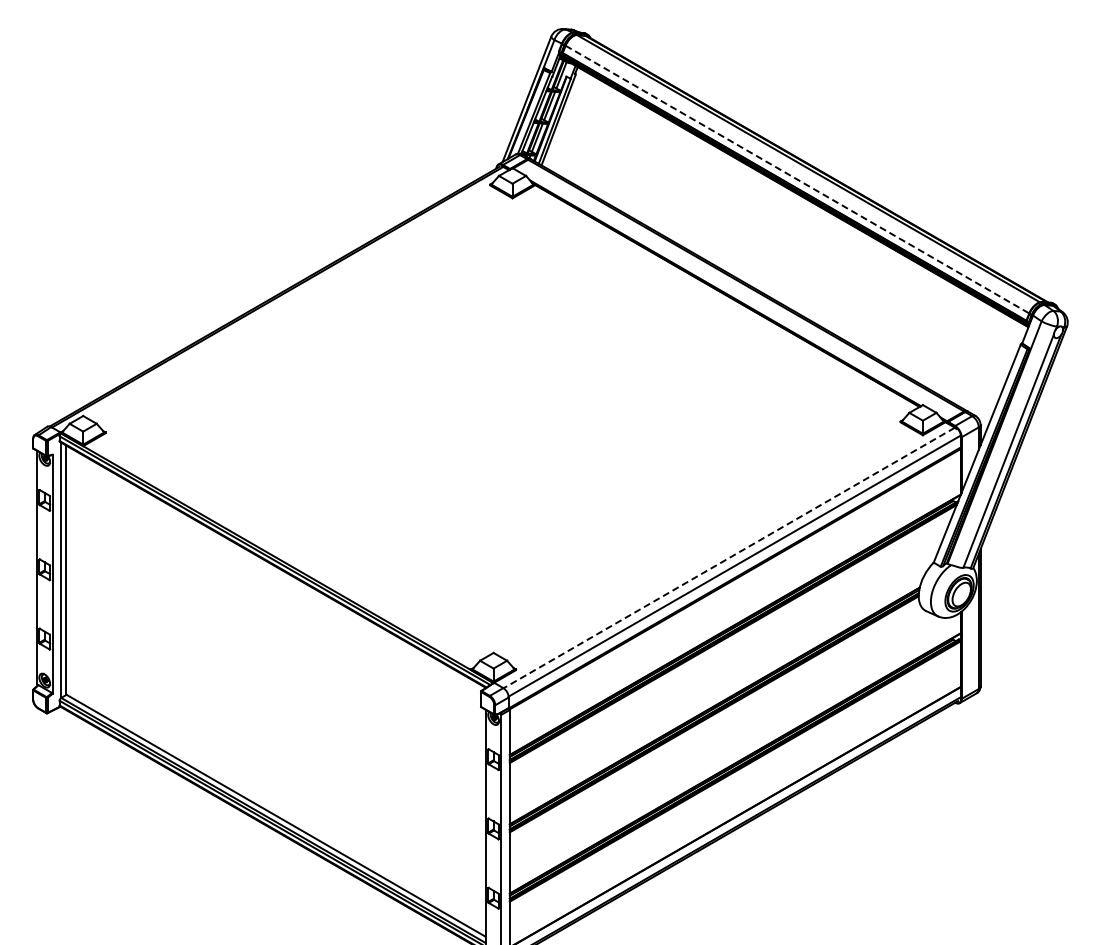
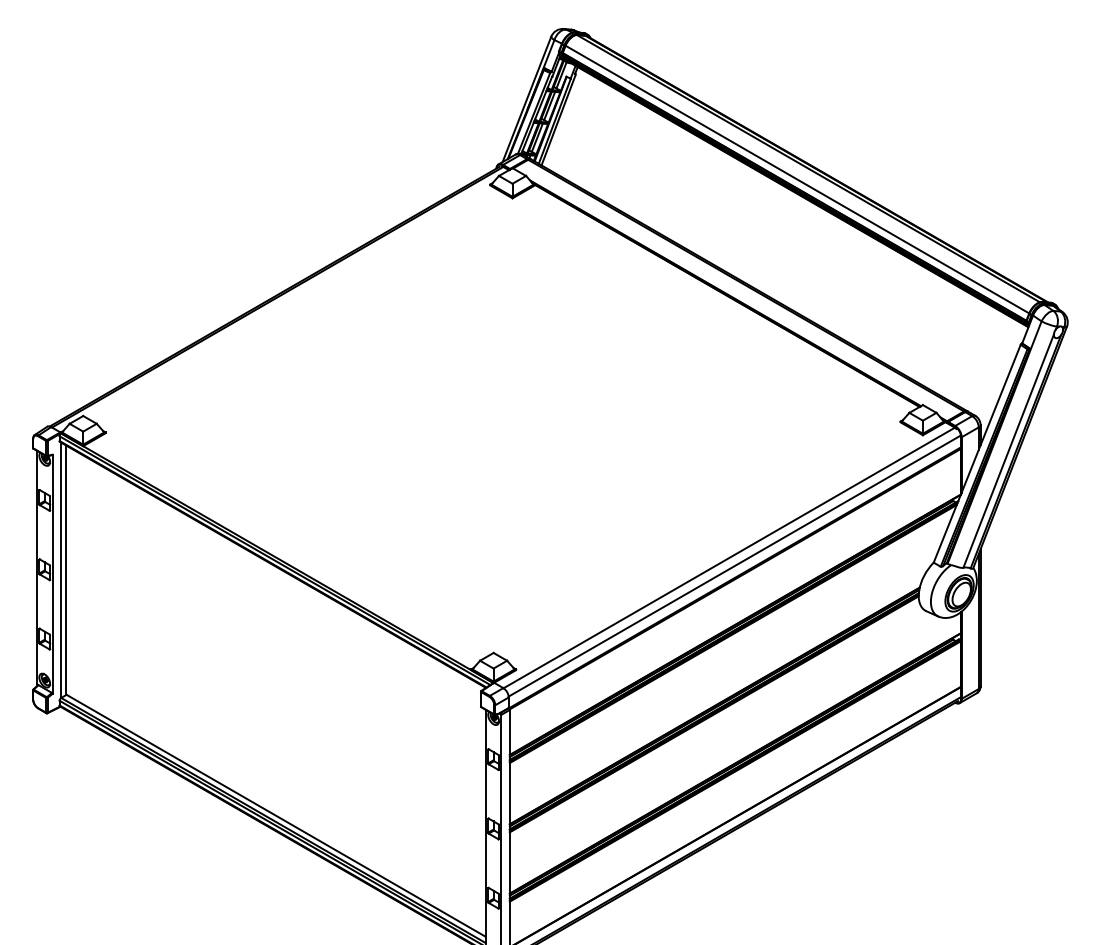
line at (797, 179): dashed -> solid
line at (729, 558): dashed -> solid
